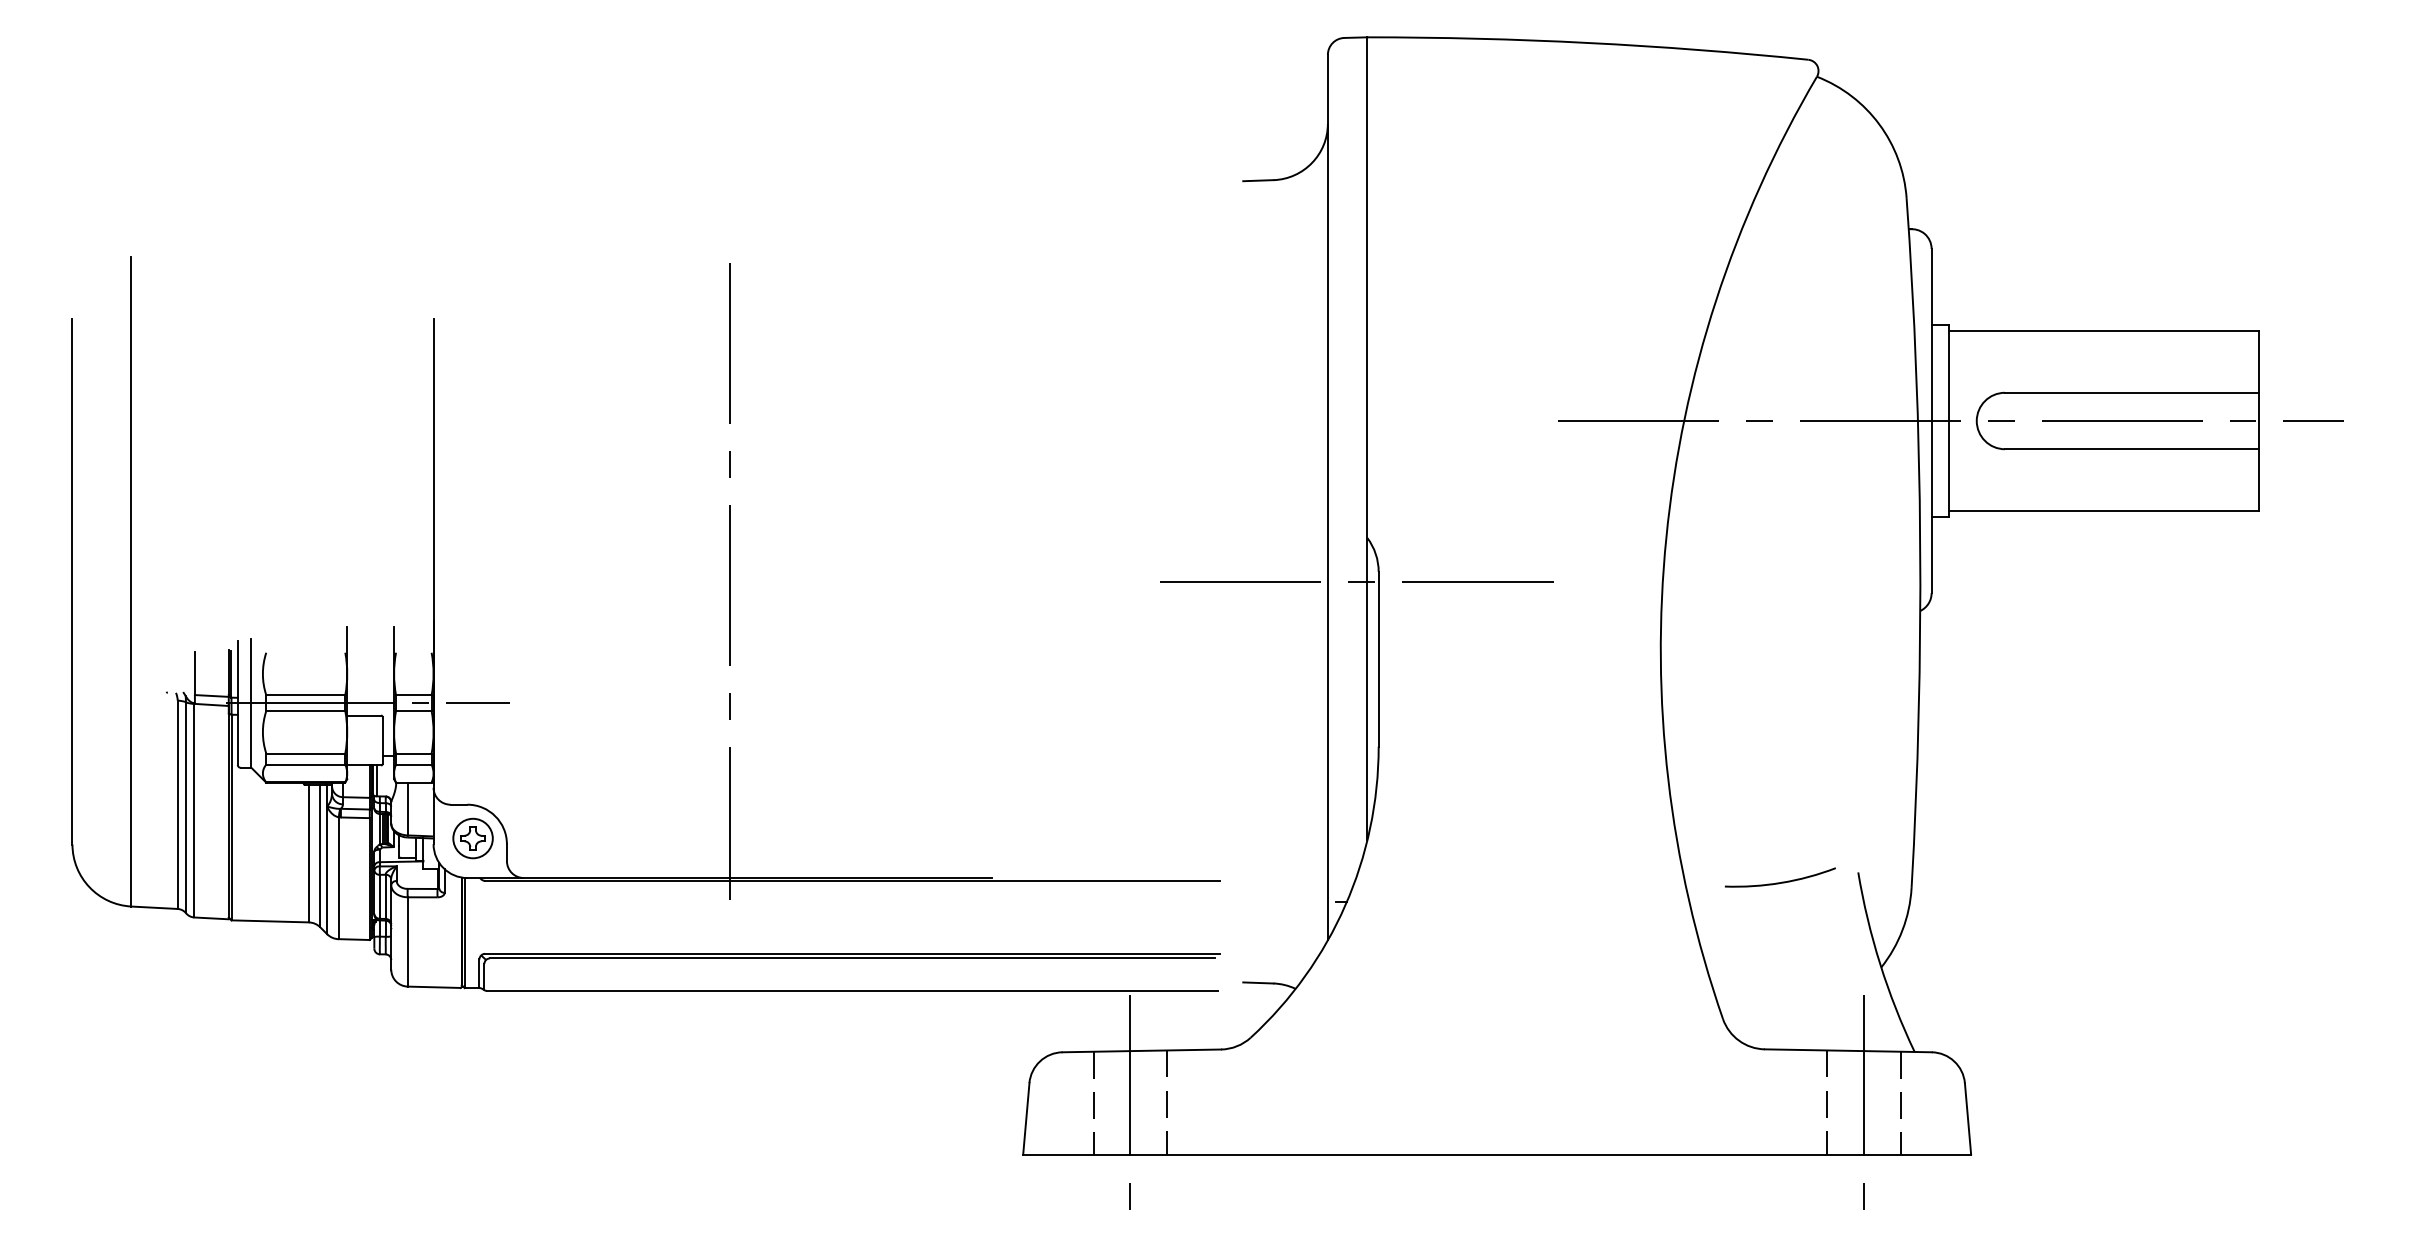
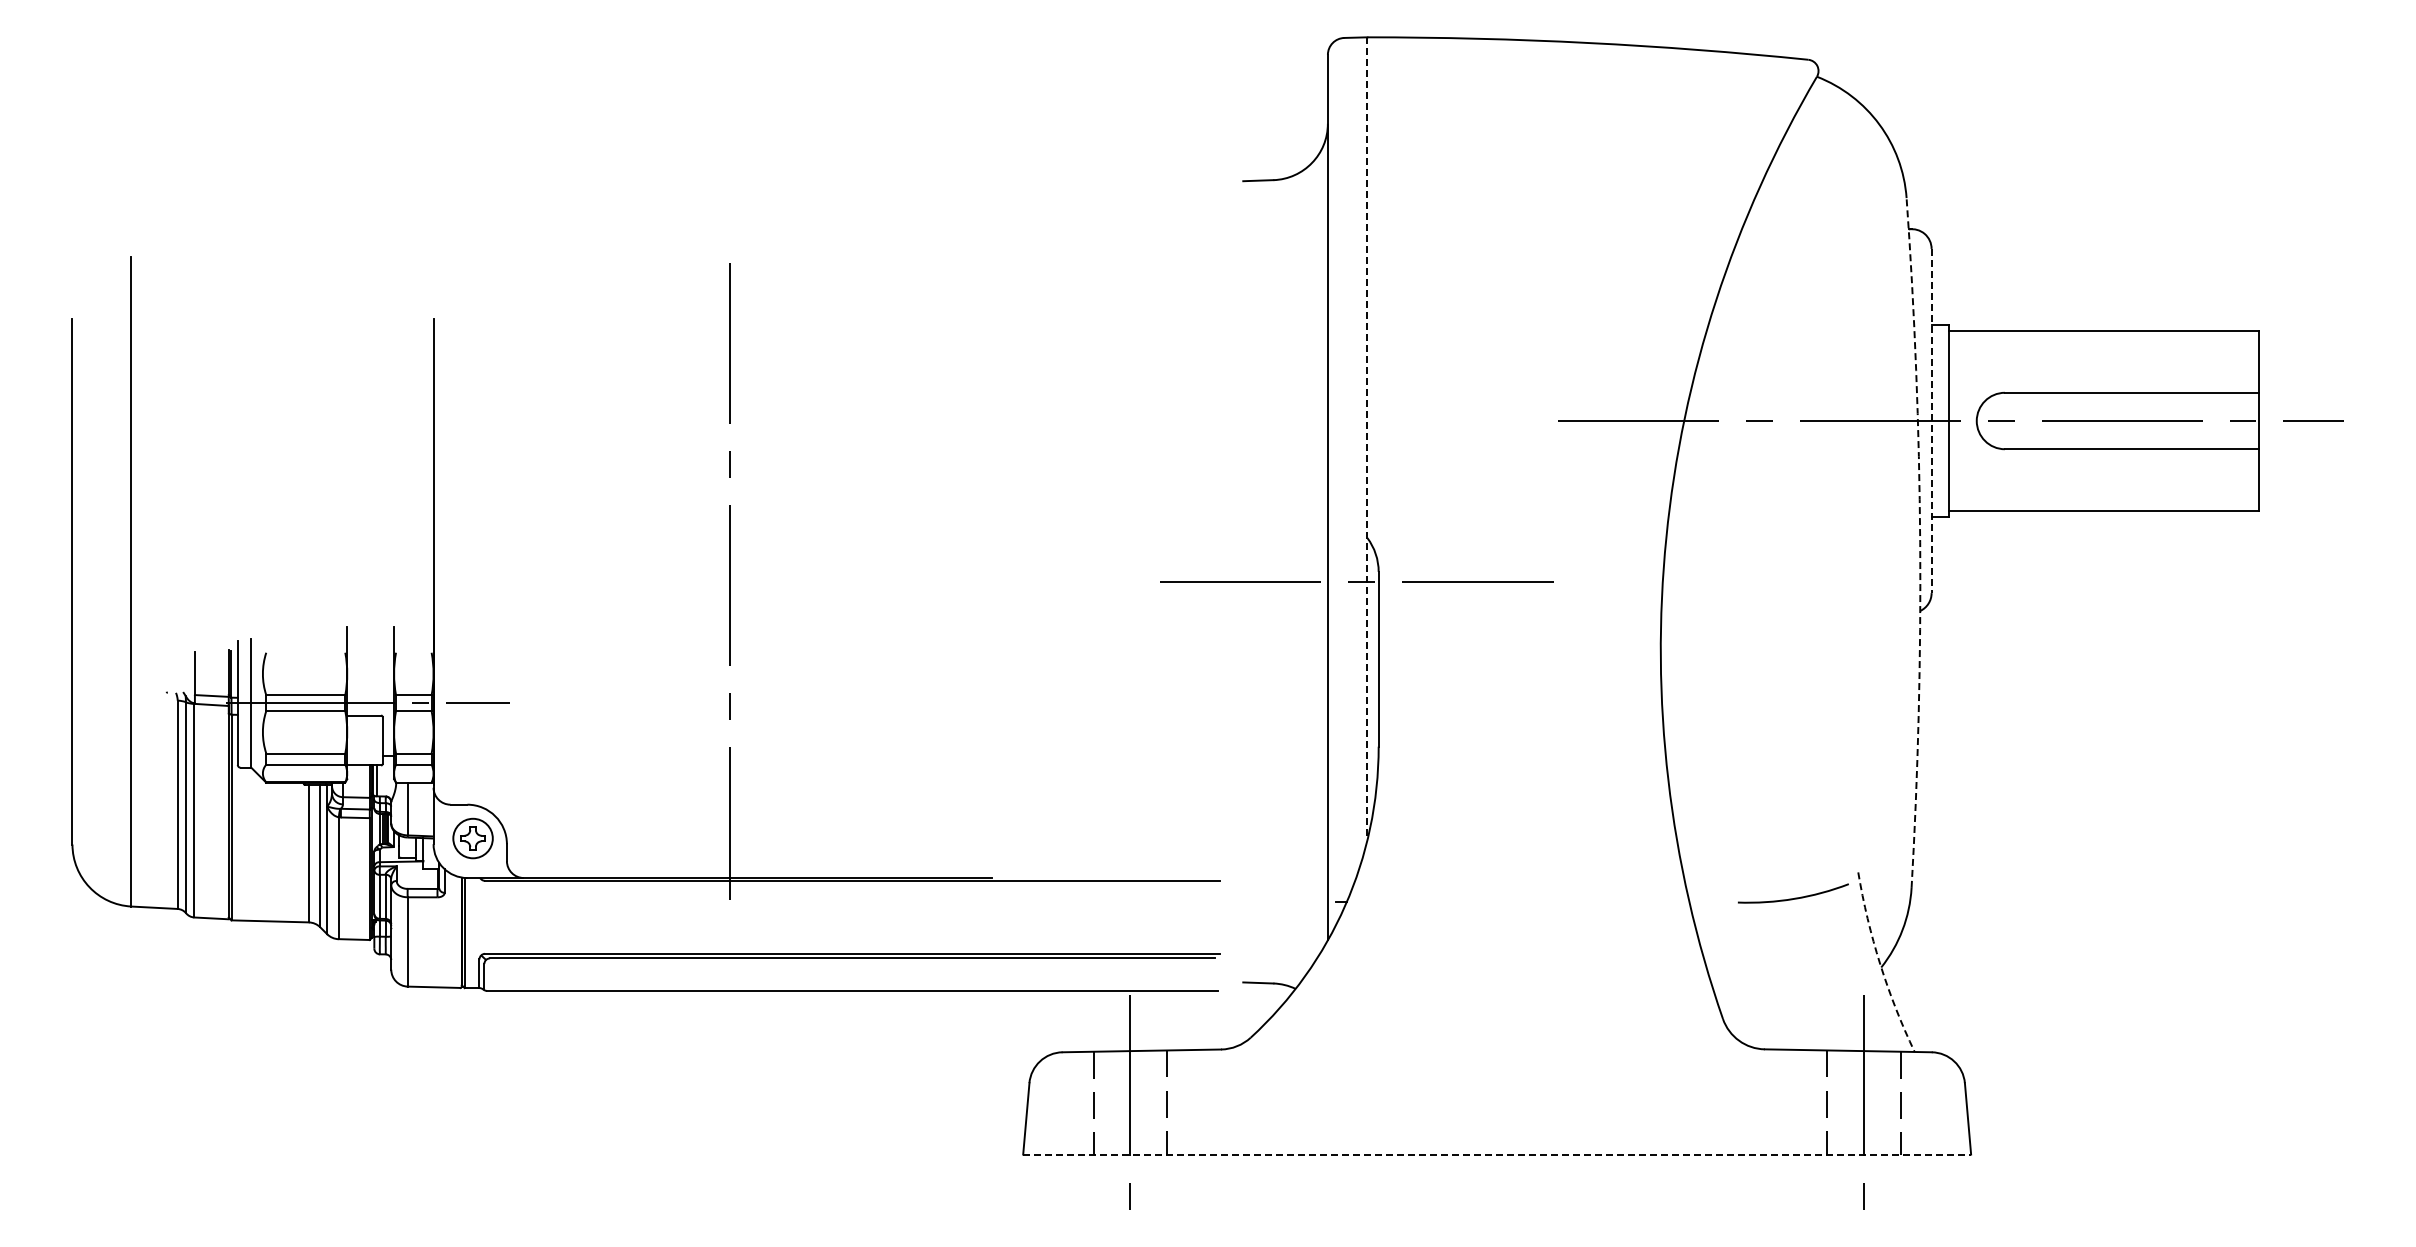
line at (1931, 421): solid -> dashed
line at (1367, 438): solid -> dashed
arc at (1920, 542): solid -> dashed
arc at (1781, 881) position: (1781, 881) -> (1794, 897)
arc at (1880, 964): solid -> dashed
line at (1497, 1154): solid -> dashed
